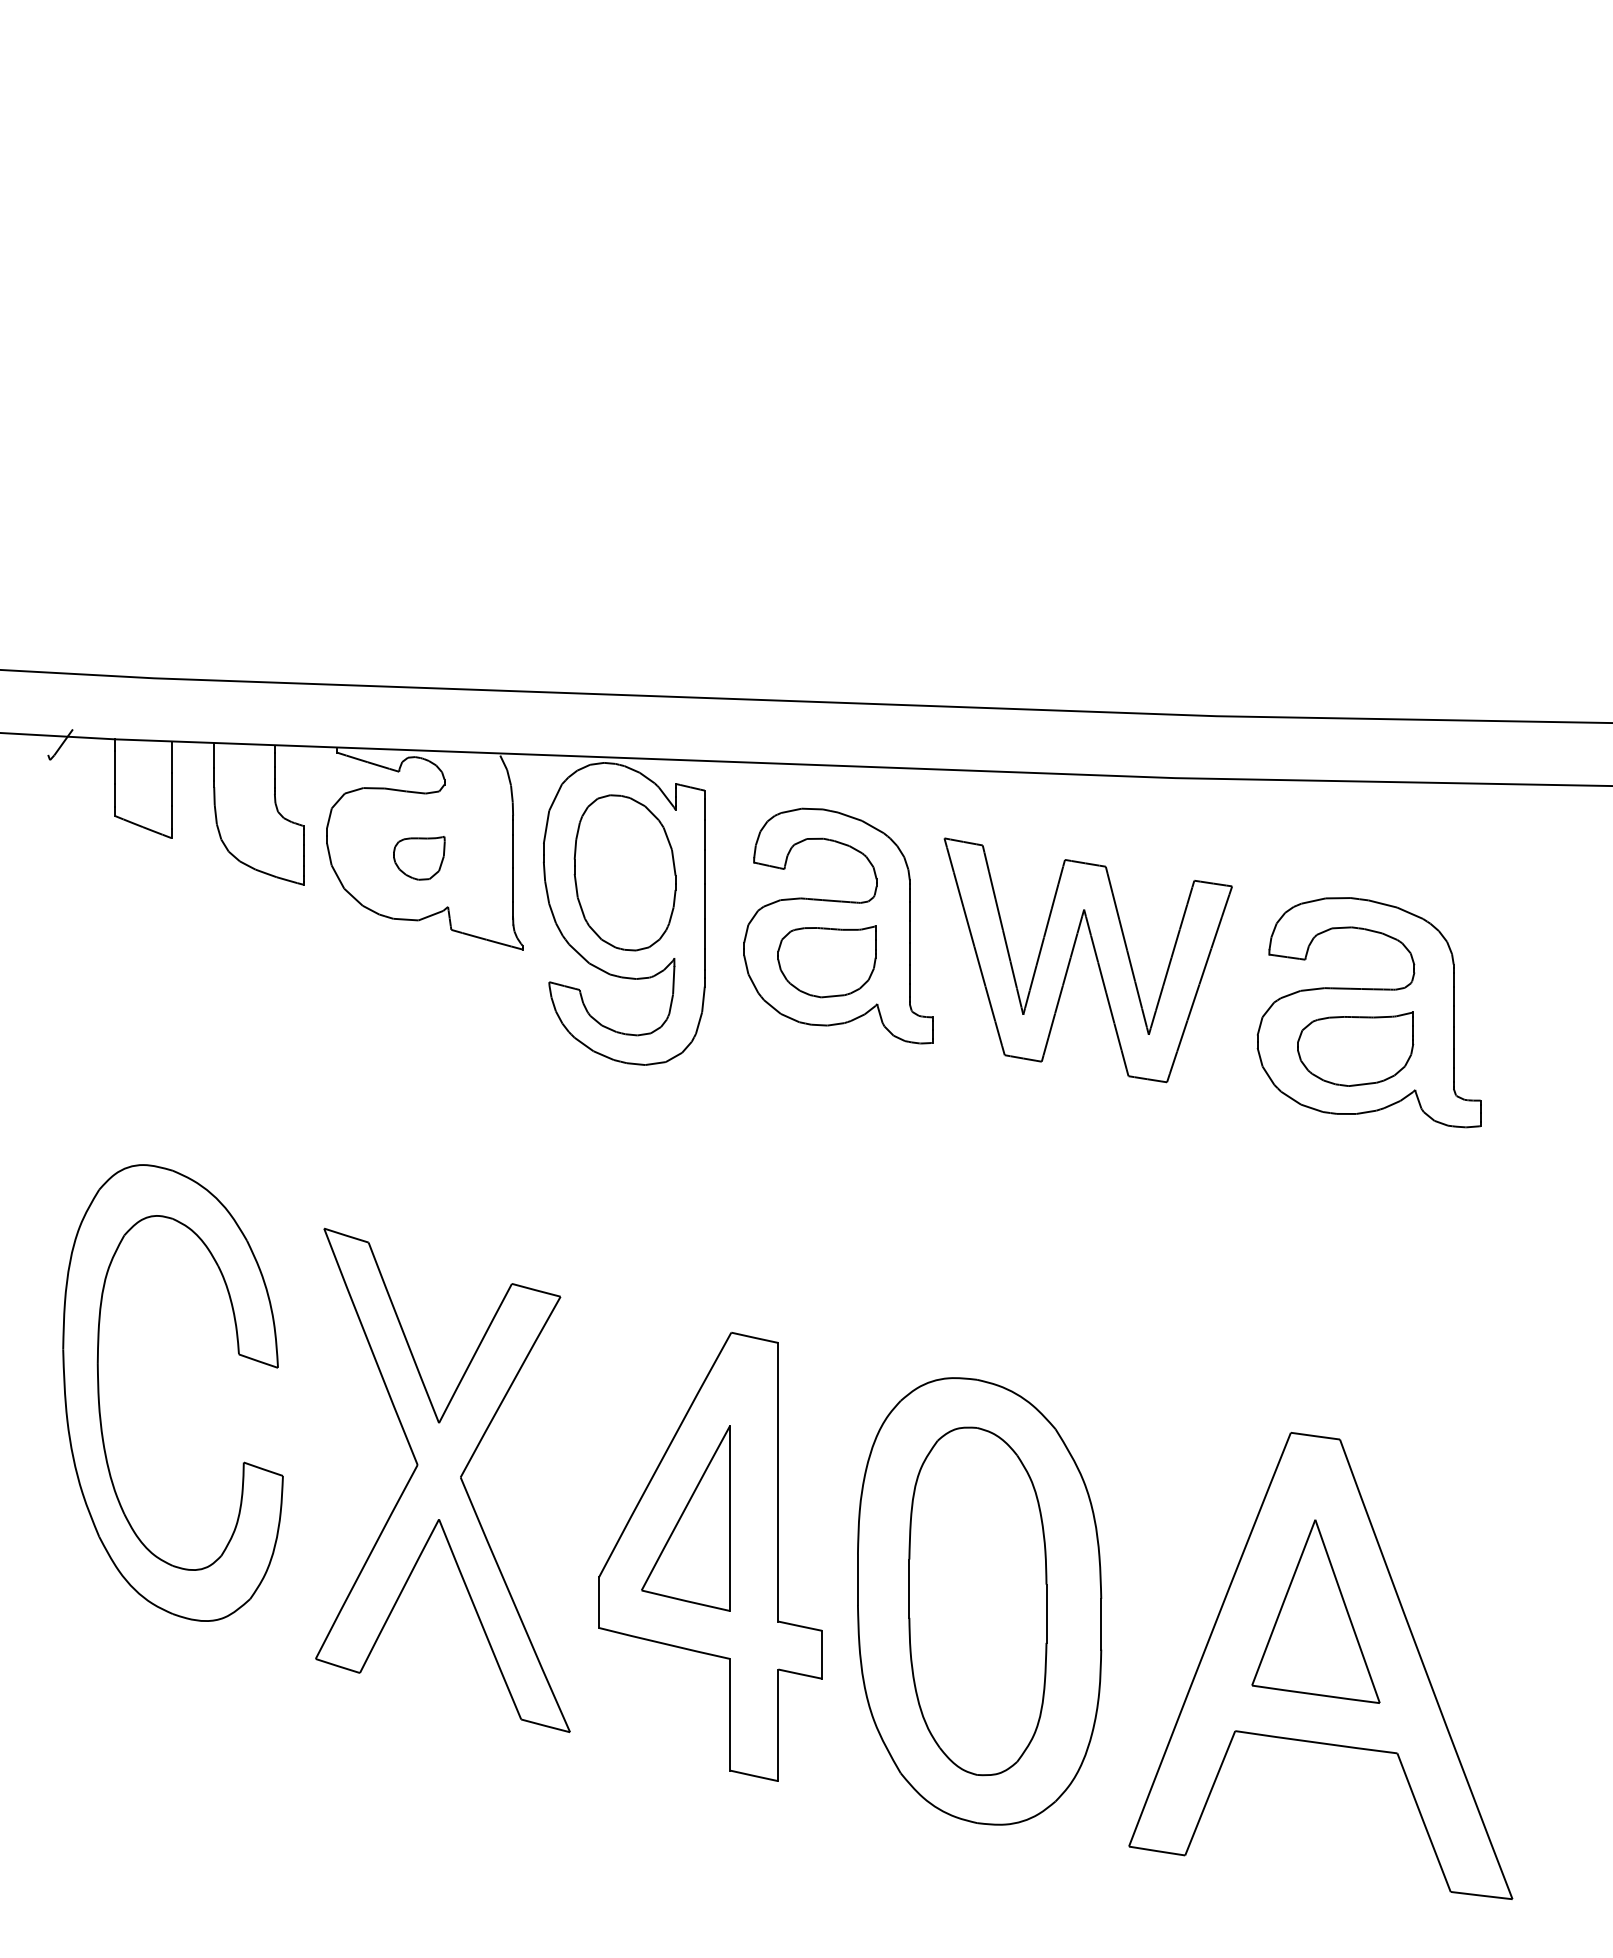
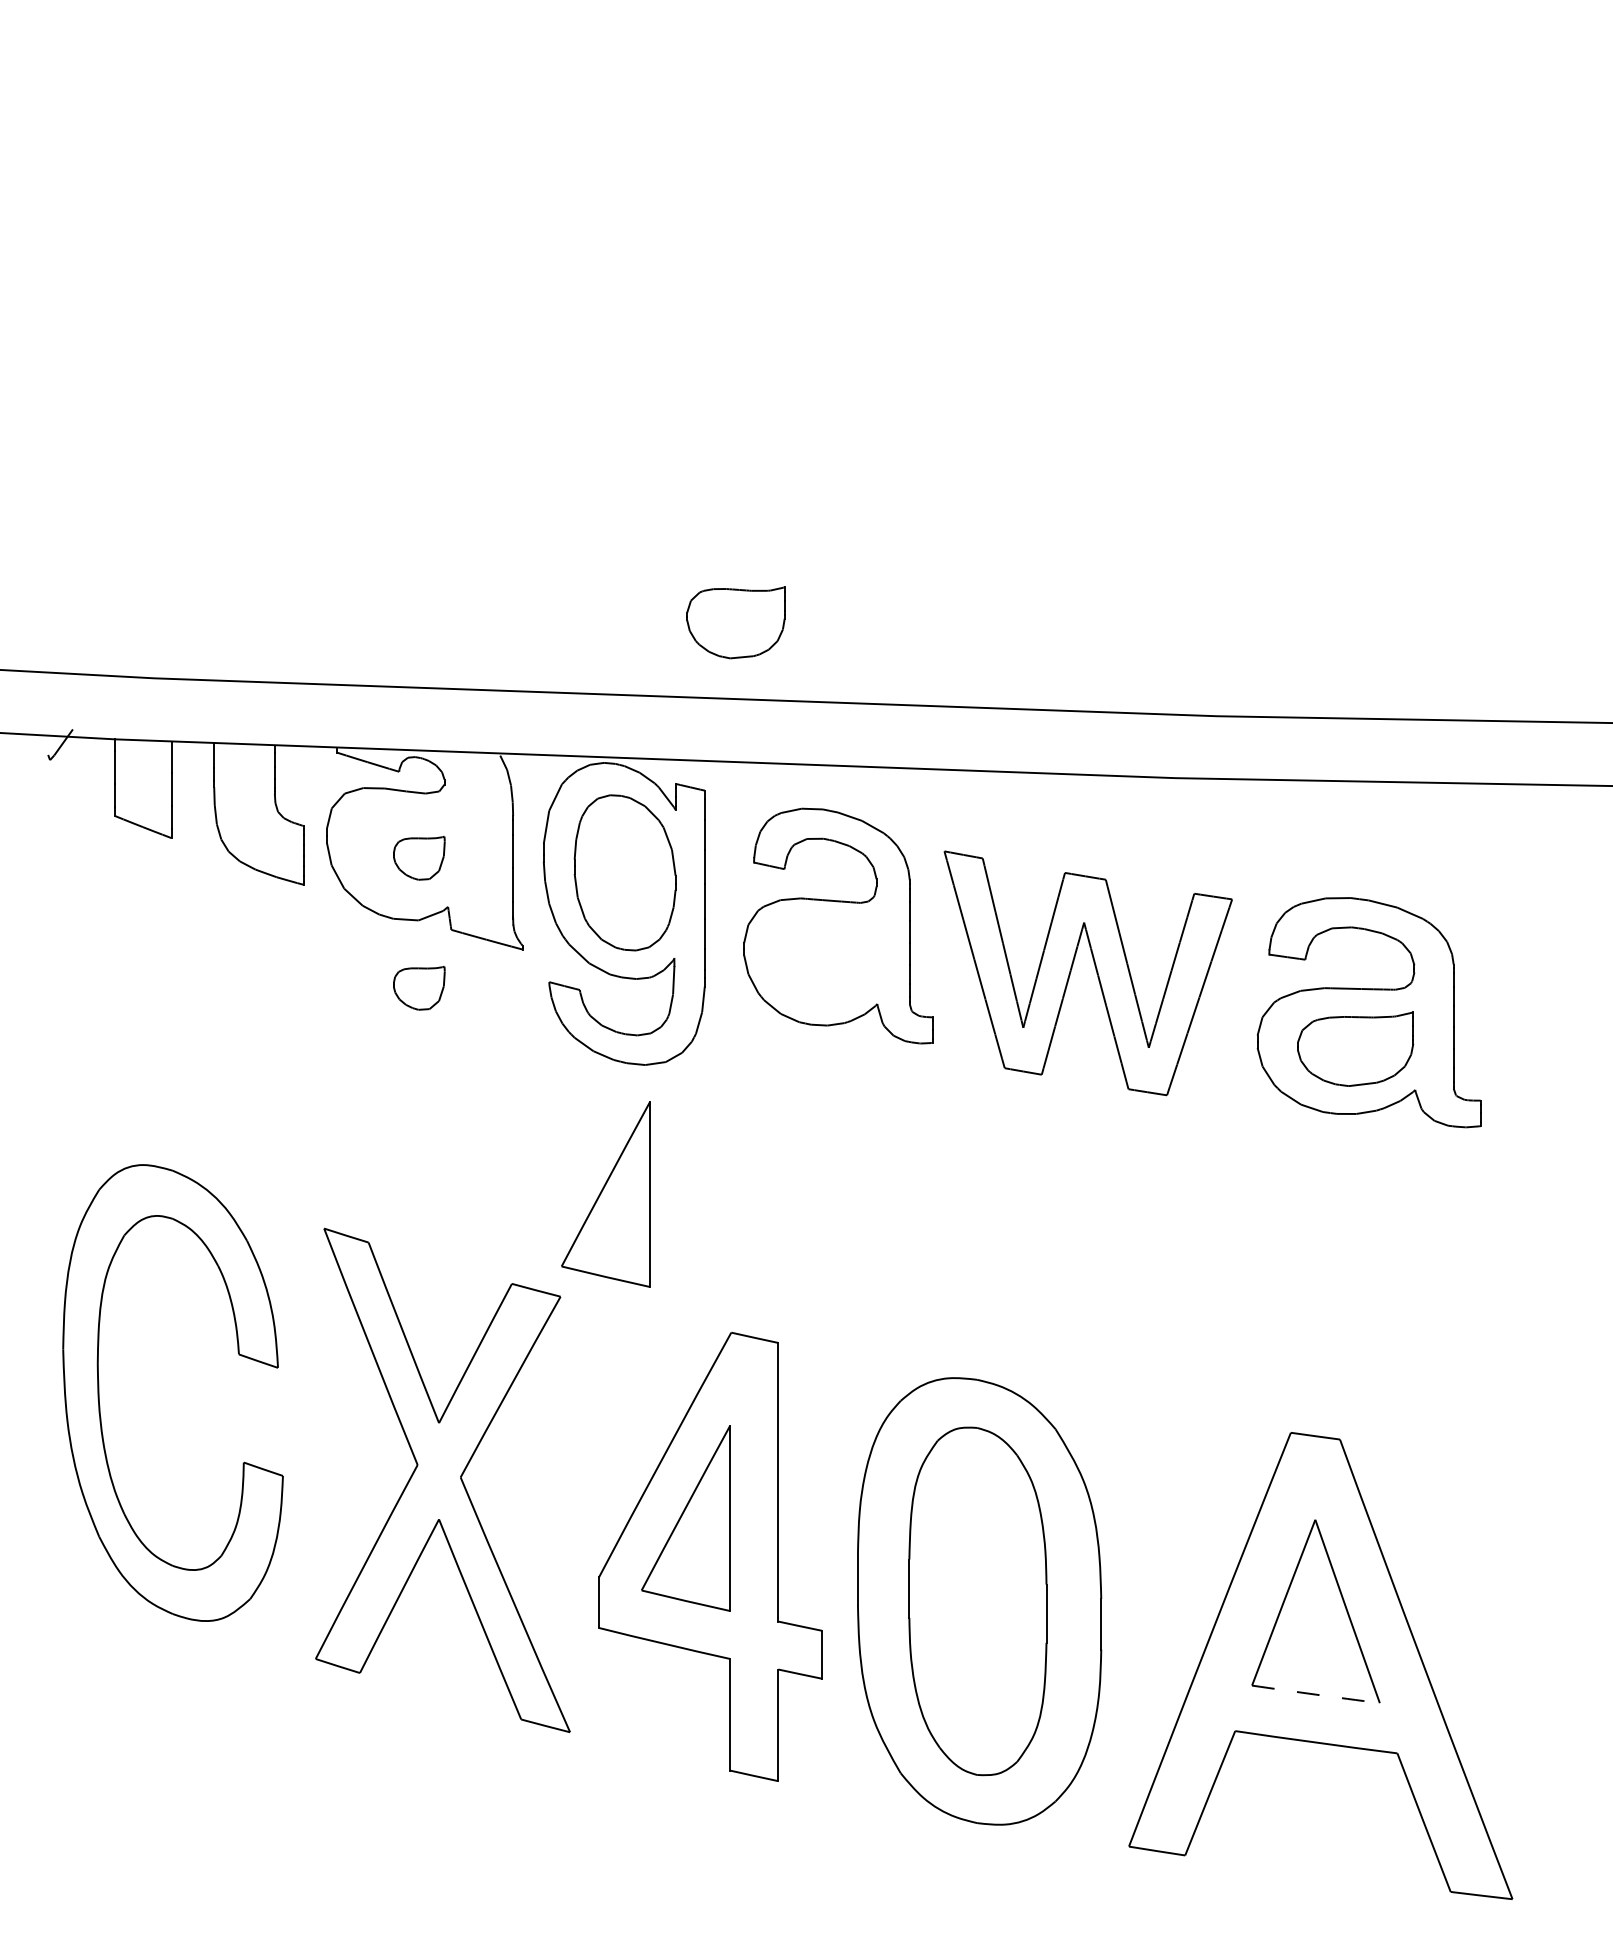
part at (1095, 957) position: (1095, 957) -> (1095, 970)
part at (826, 961) position: (826, 961) -> (735, 622)
part at (419, 988): none -> present
part at (605, 1194): none -> present
arc at (1315, 1694): solid -> dashed
